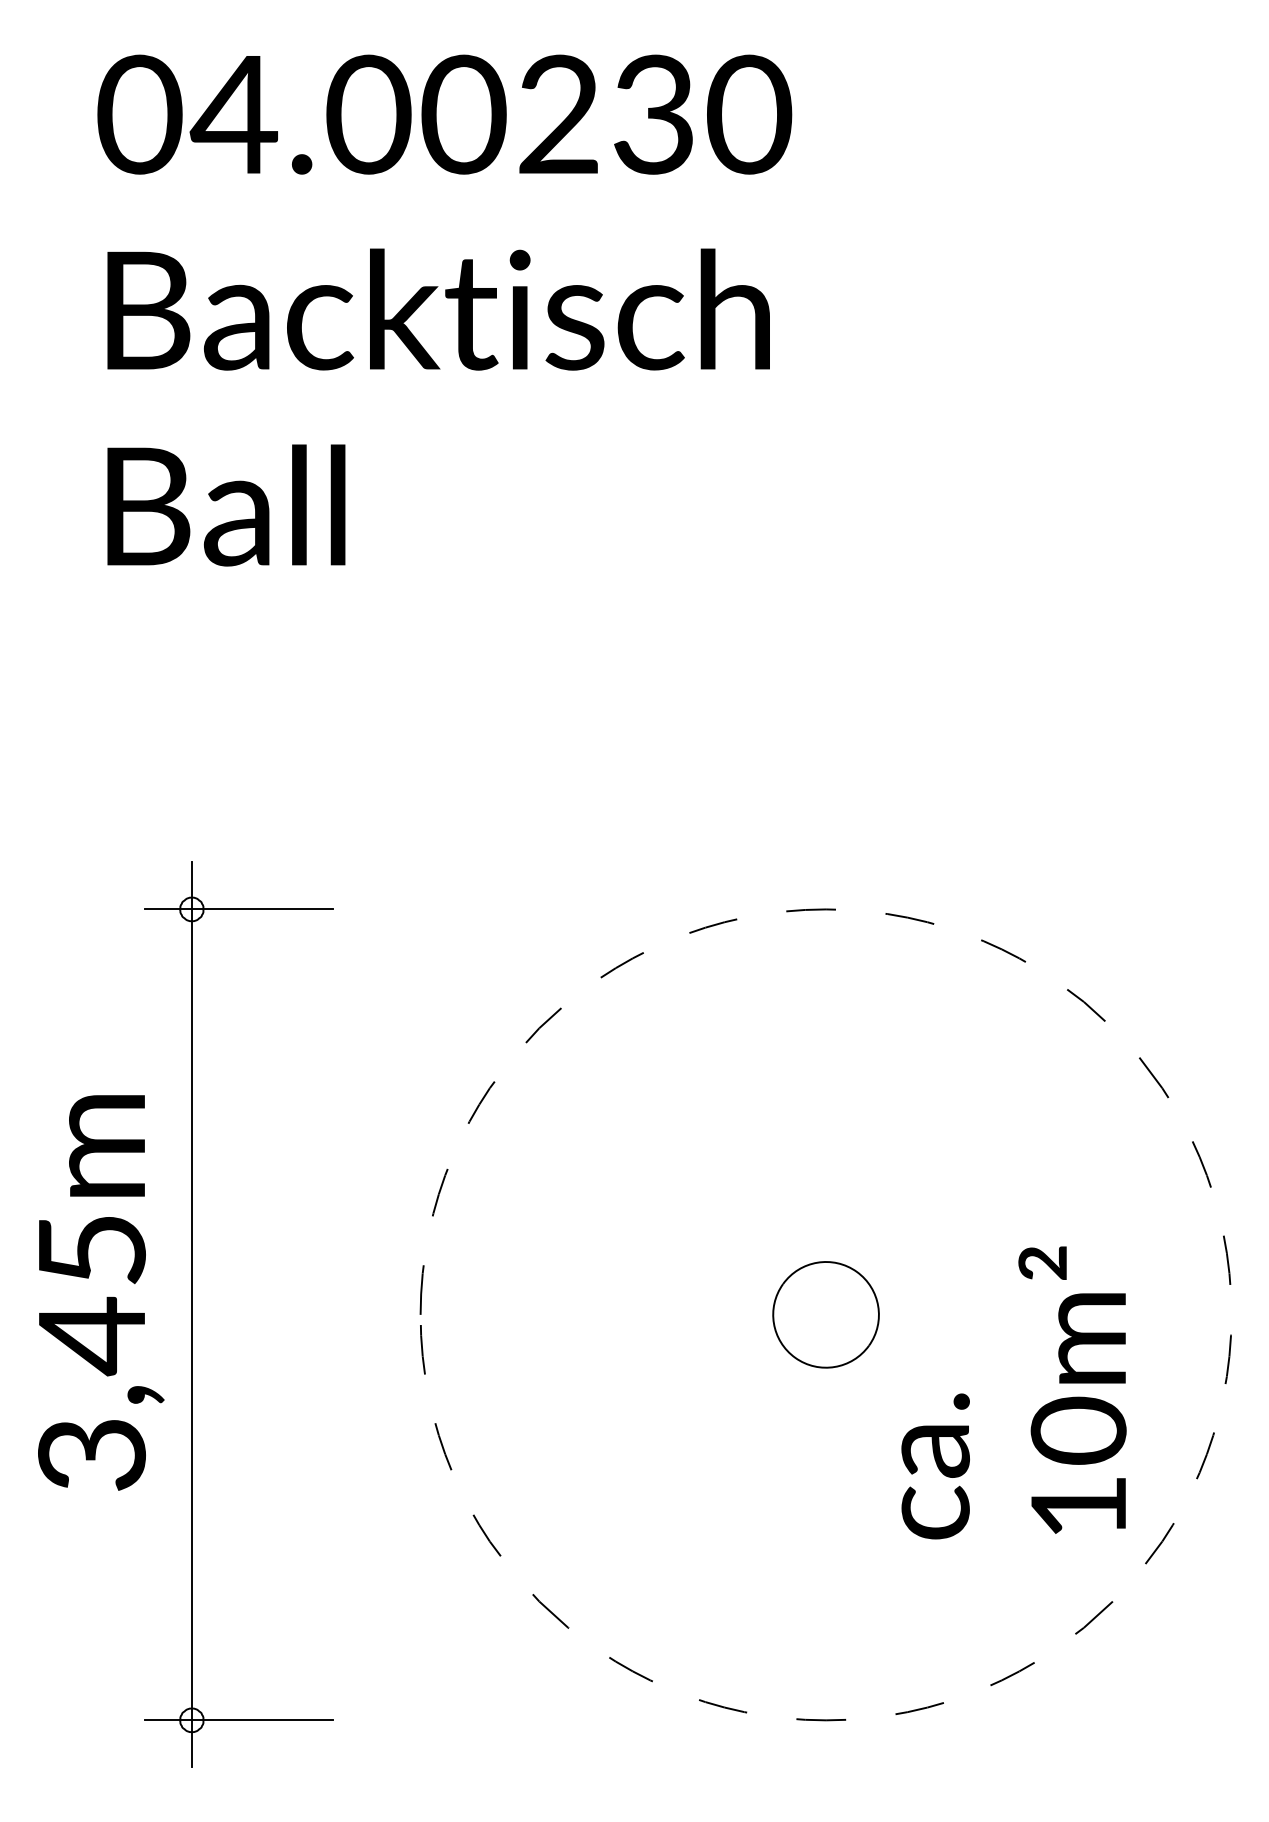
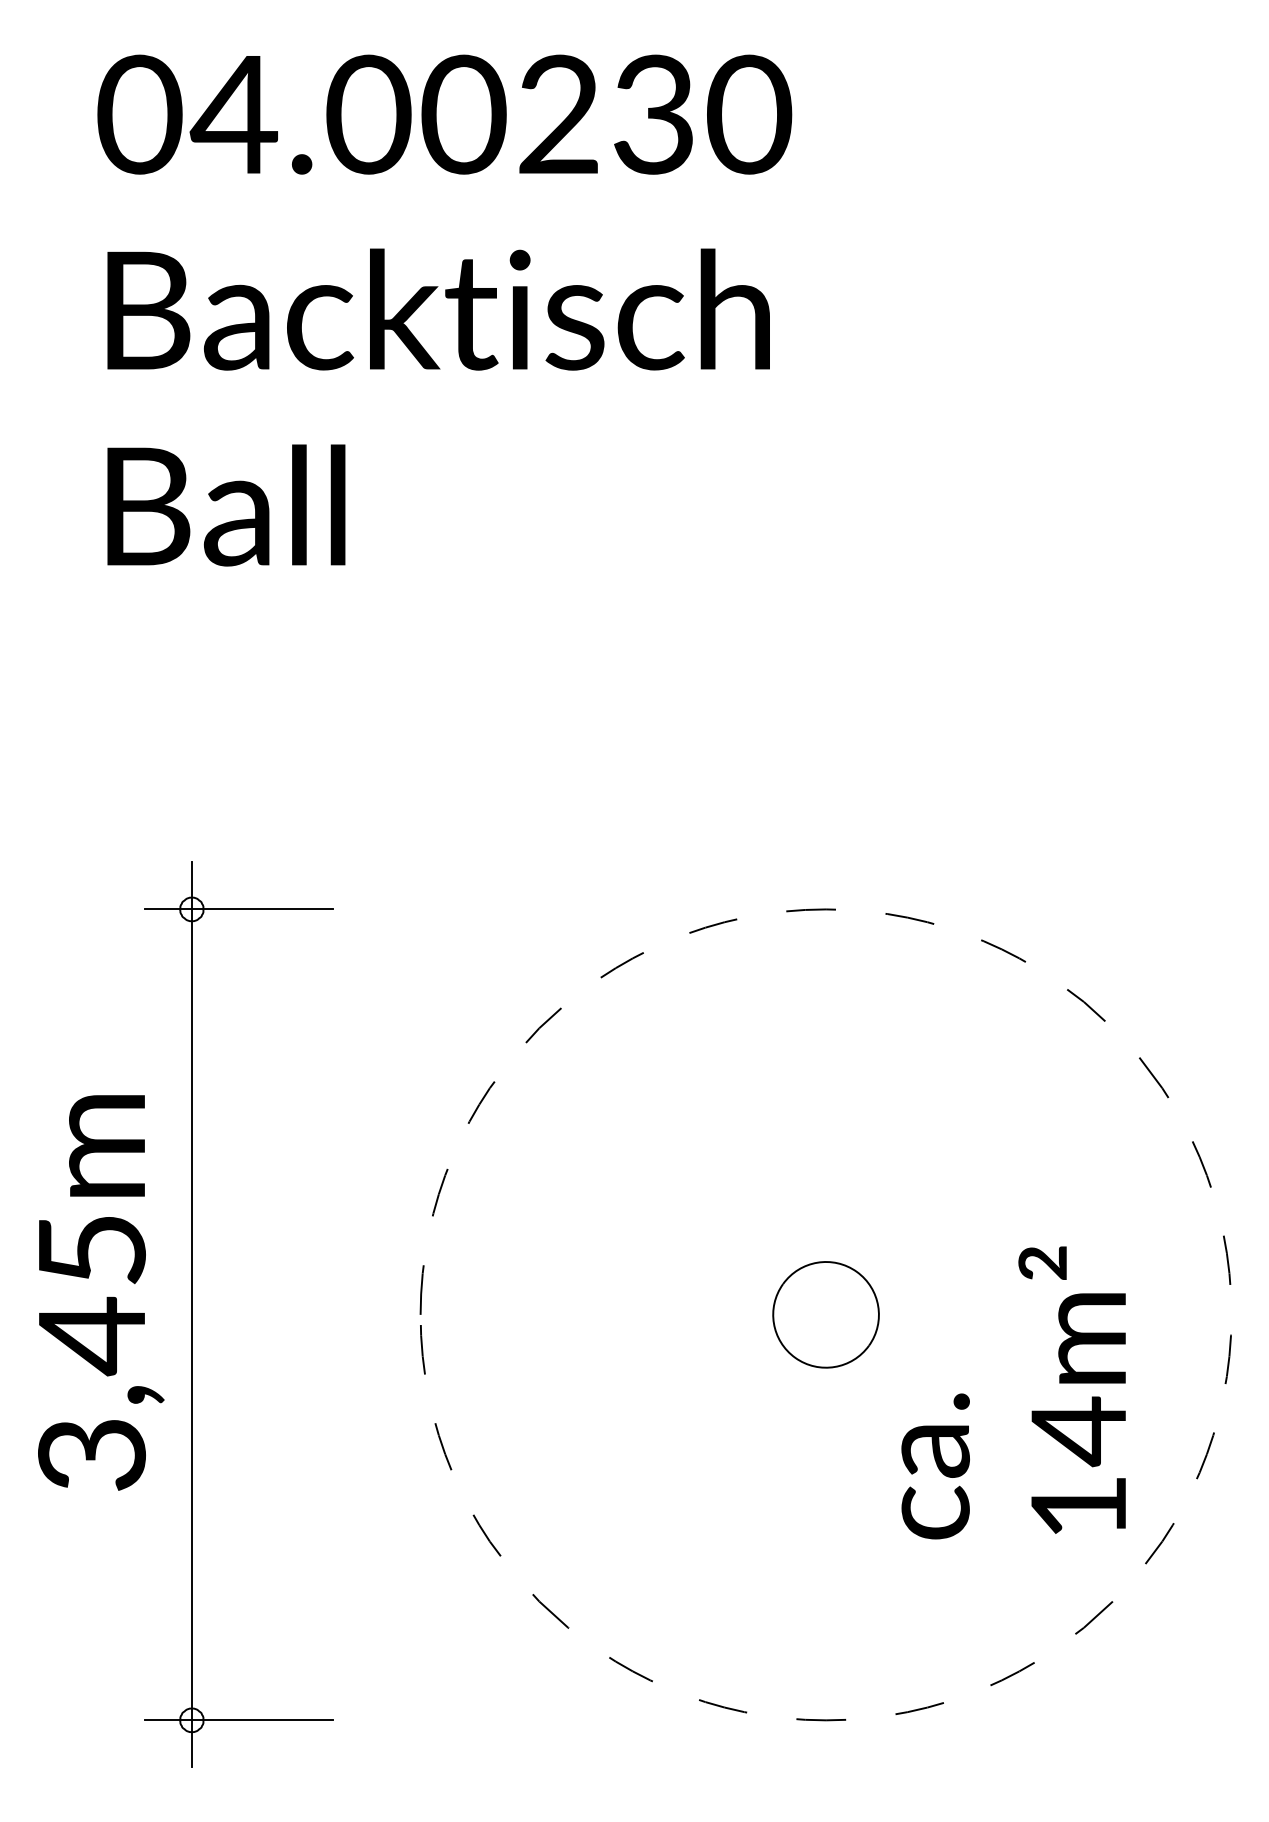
text at (1078, 1431): 10m² -> 14m²
